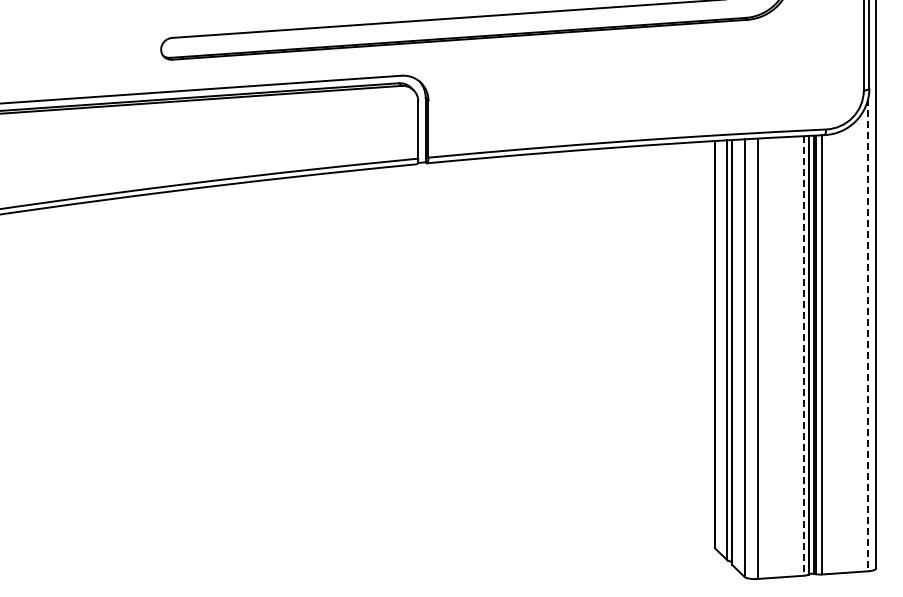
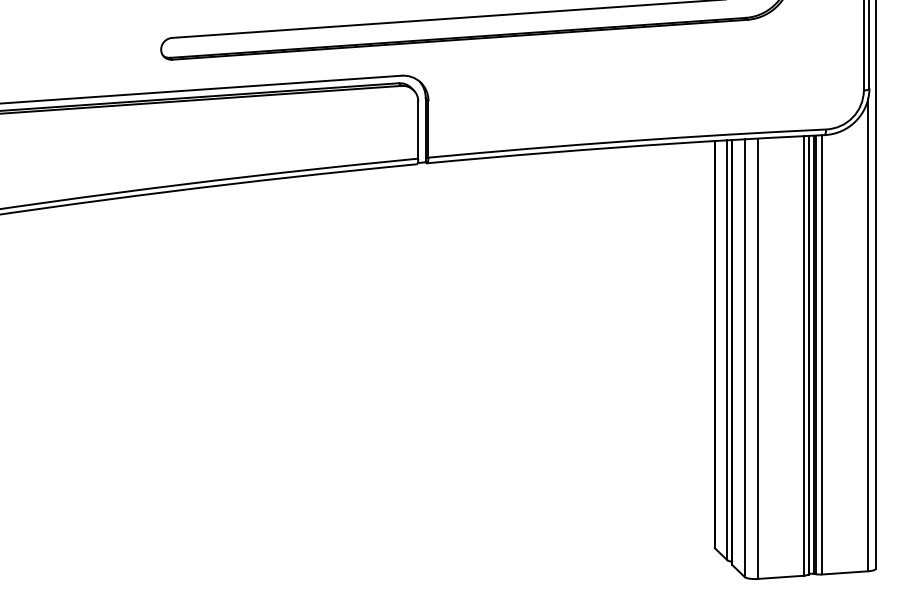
line at (868, 335): dashed -> solid
line at (803, 355): dashed -> solid
